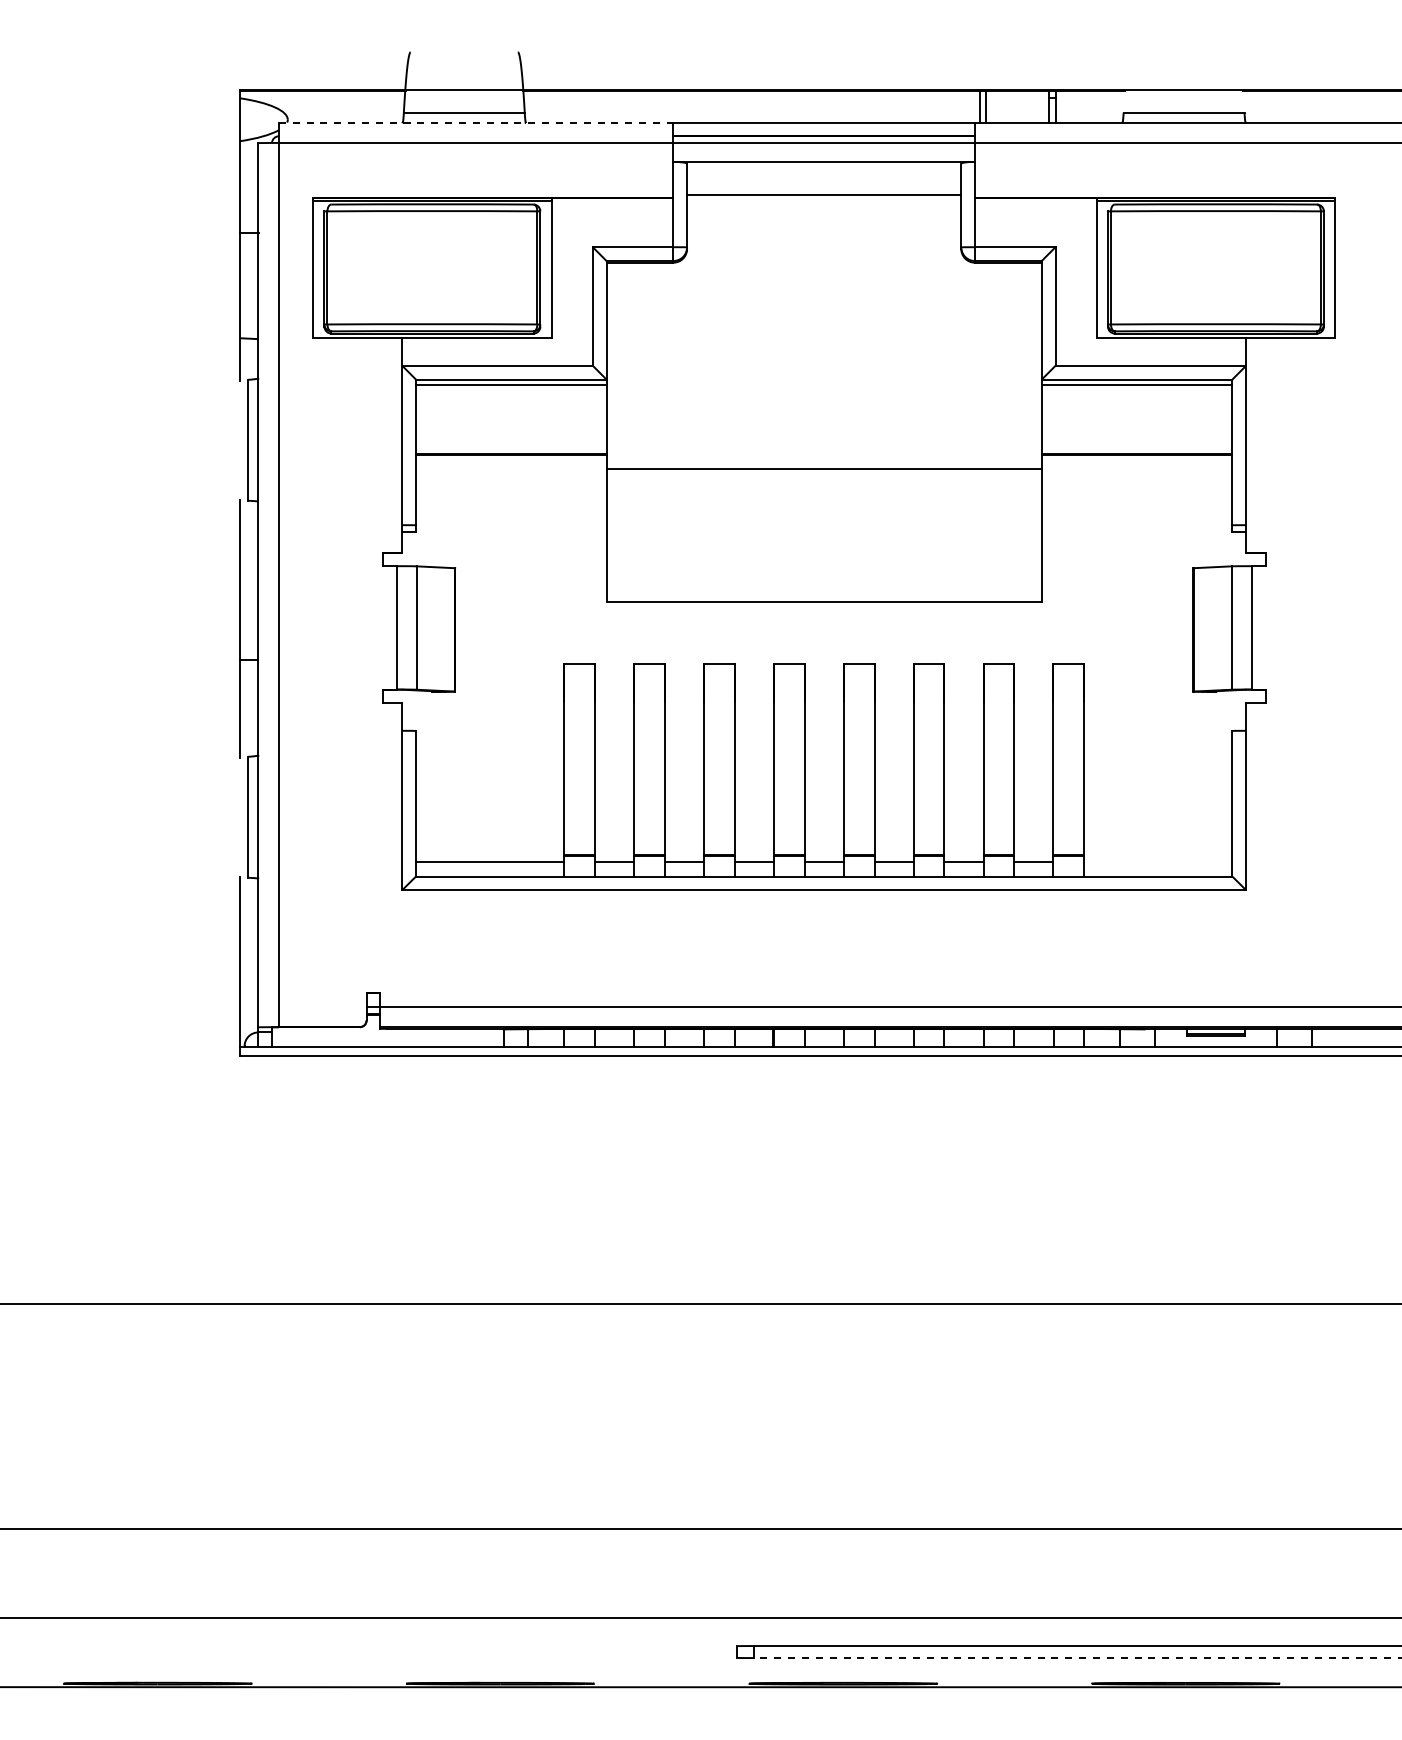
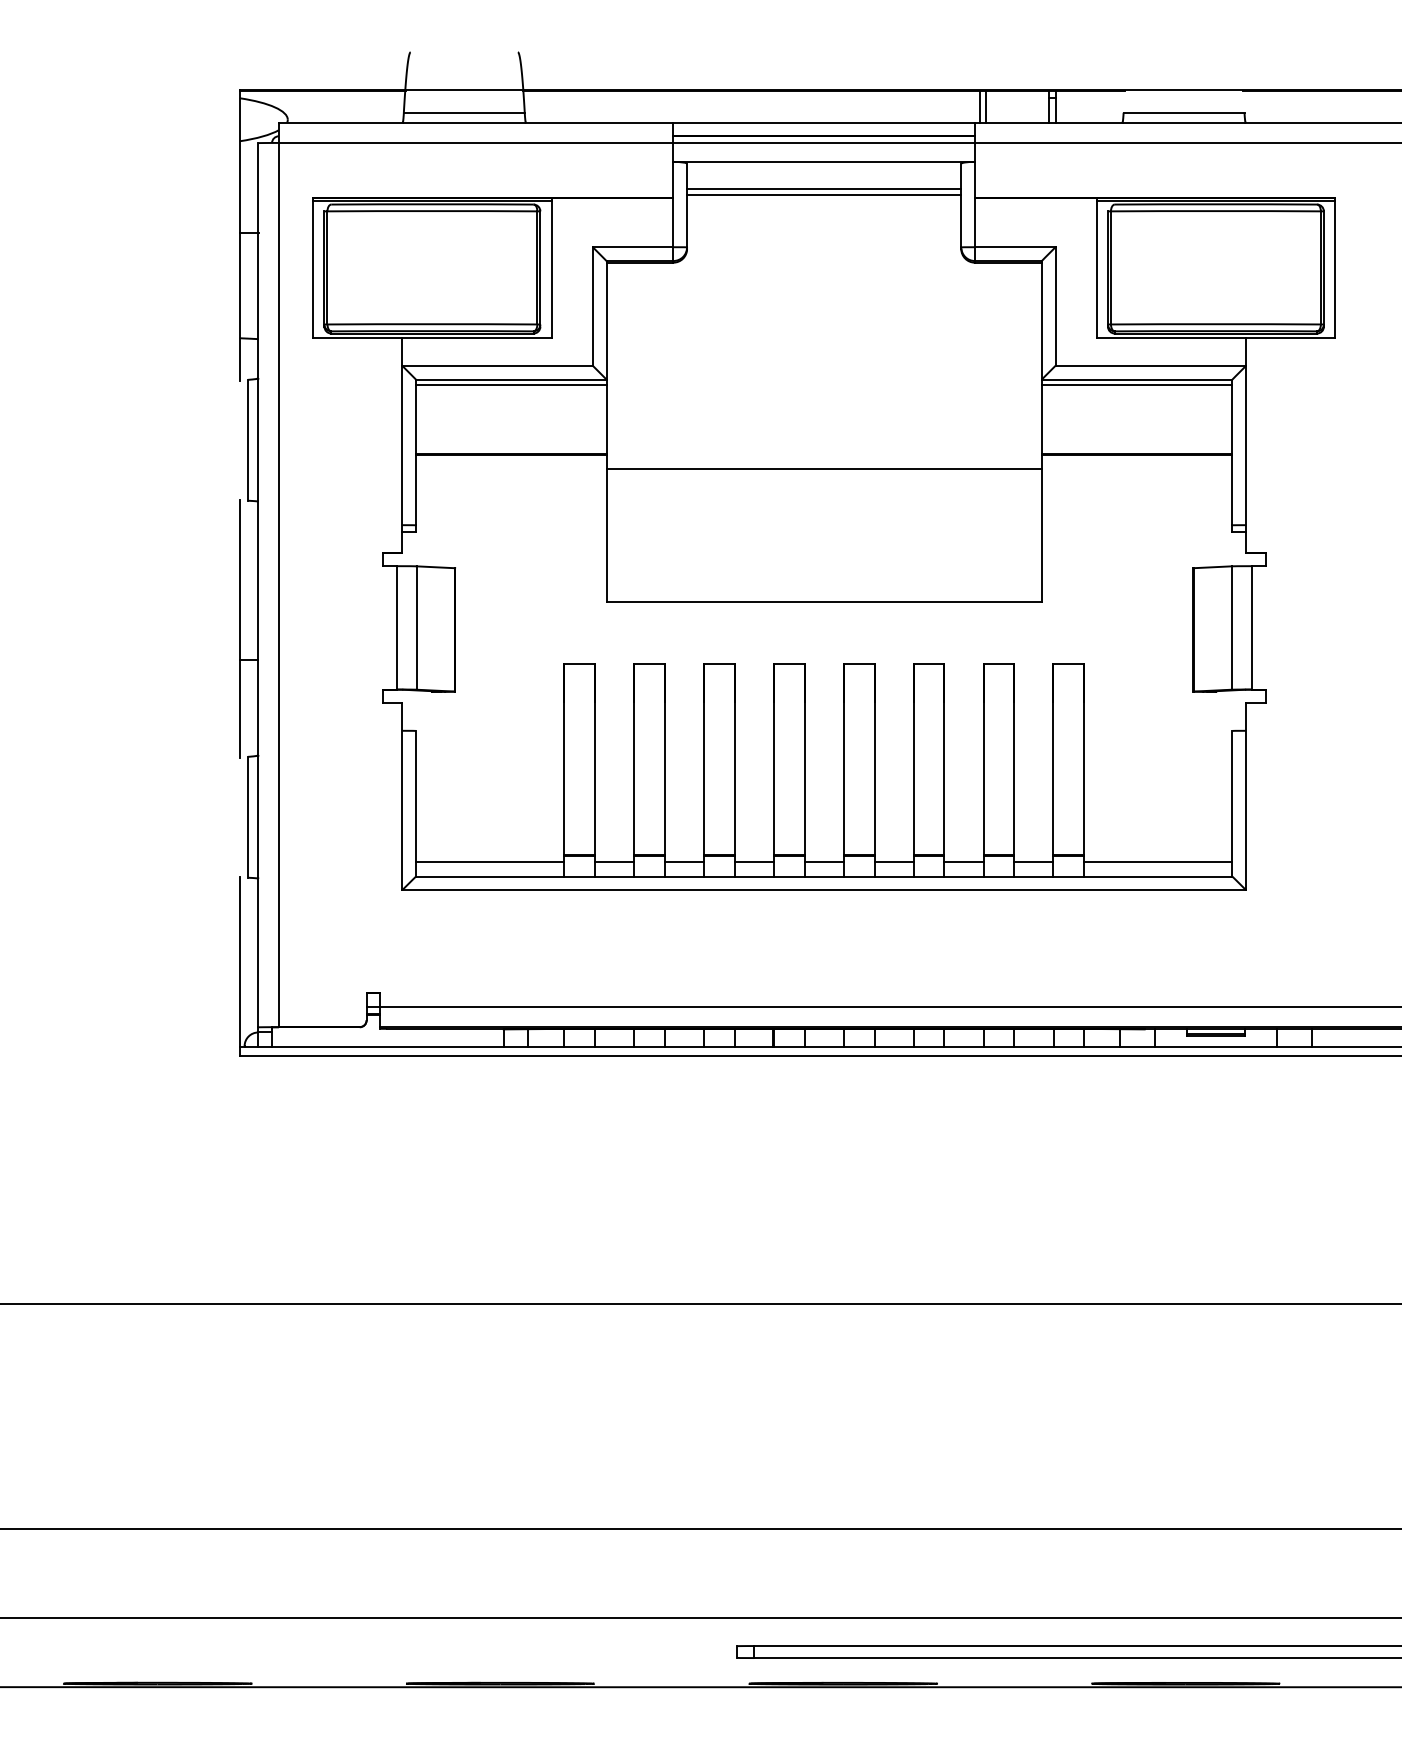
line at (476, 122): dashed -> solid
line at (824, 189): none -> present
line at (1158, 862): none -> present
line at (1077, 1658): dashed -> solid
